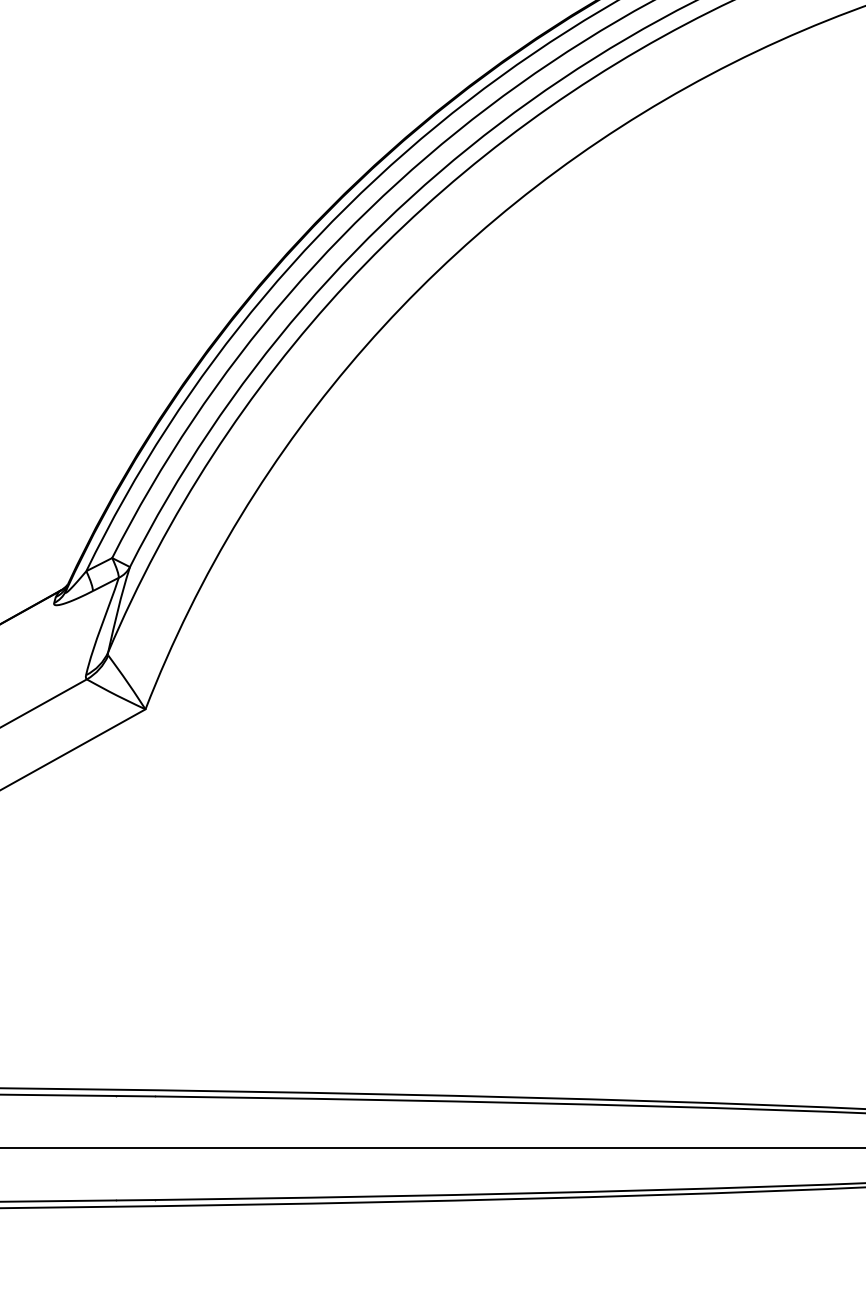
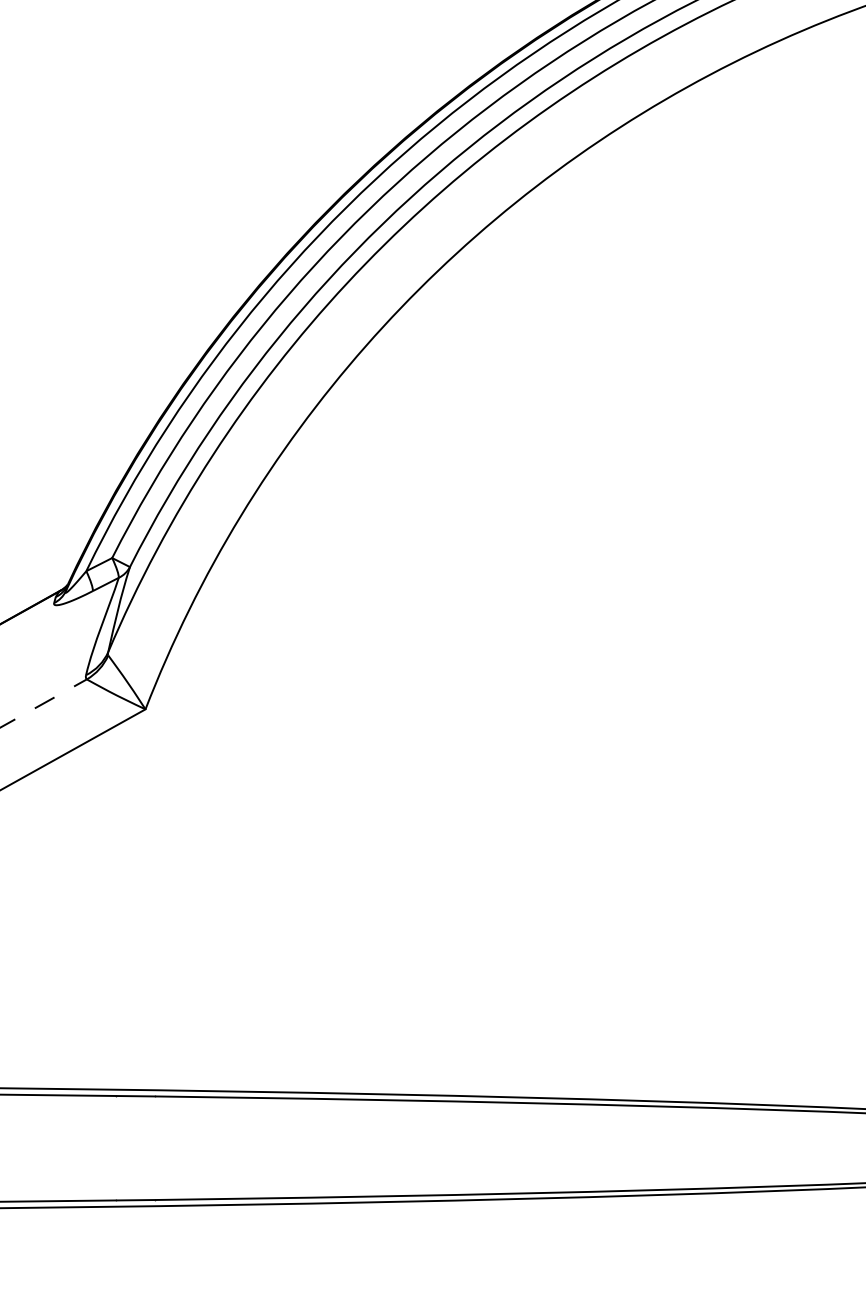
line at (44, 703): solid -> dashed
line at (432, 1148): present -> none
